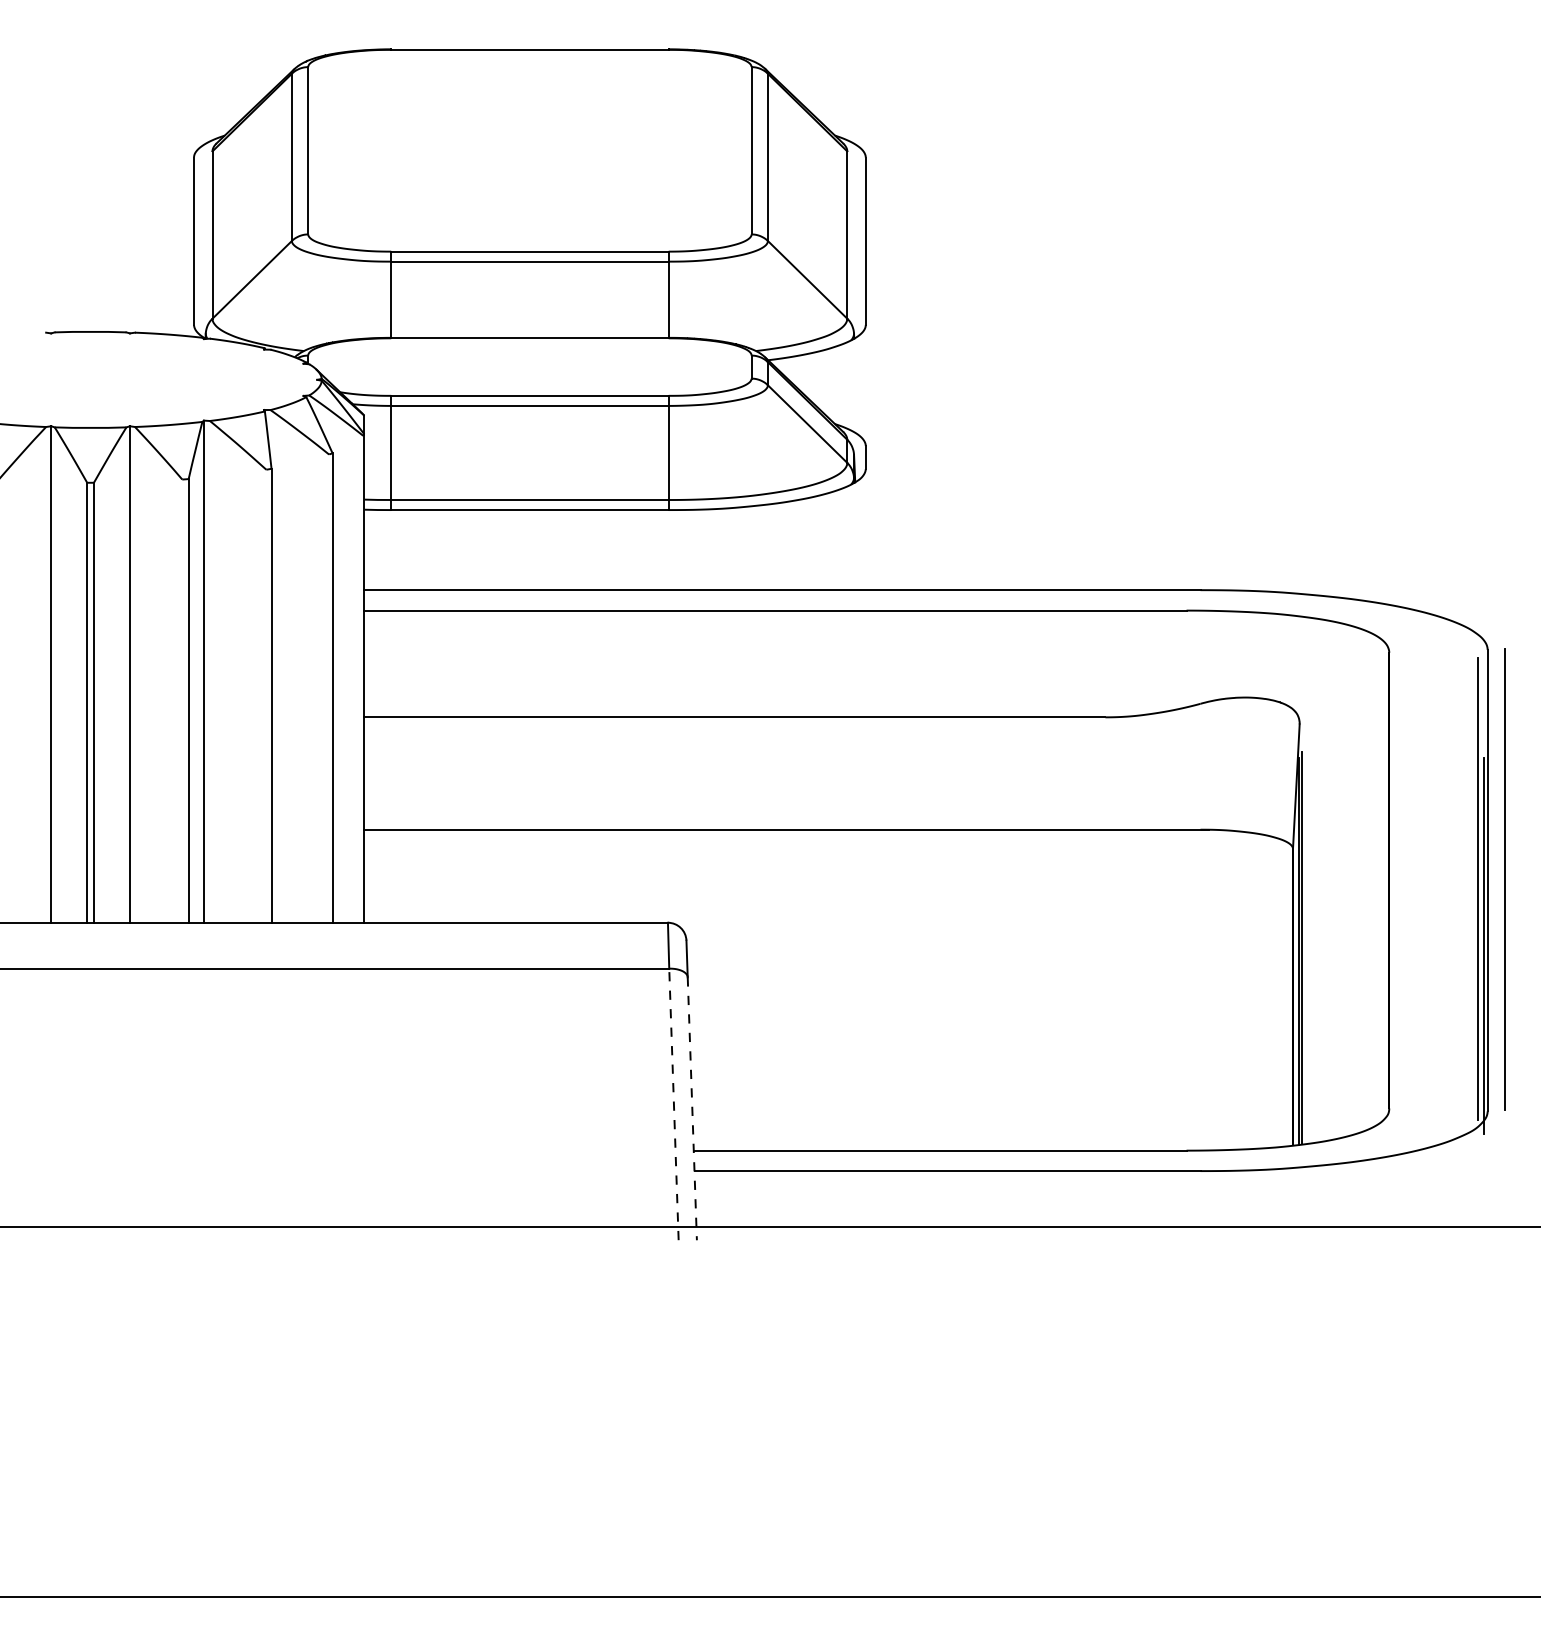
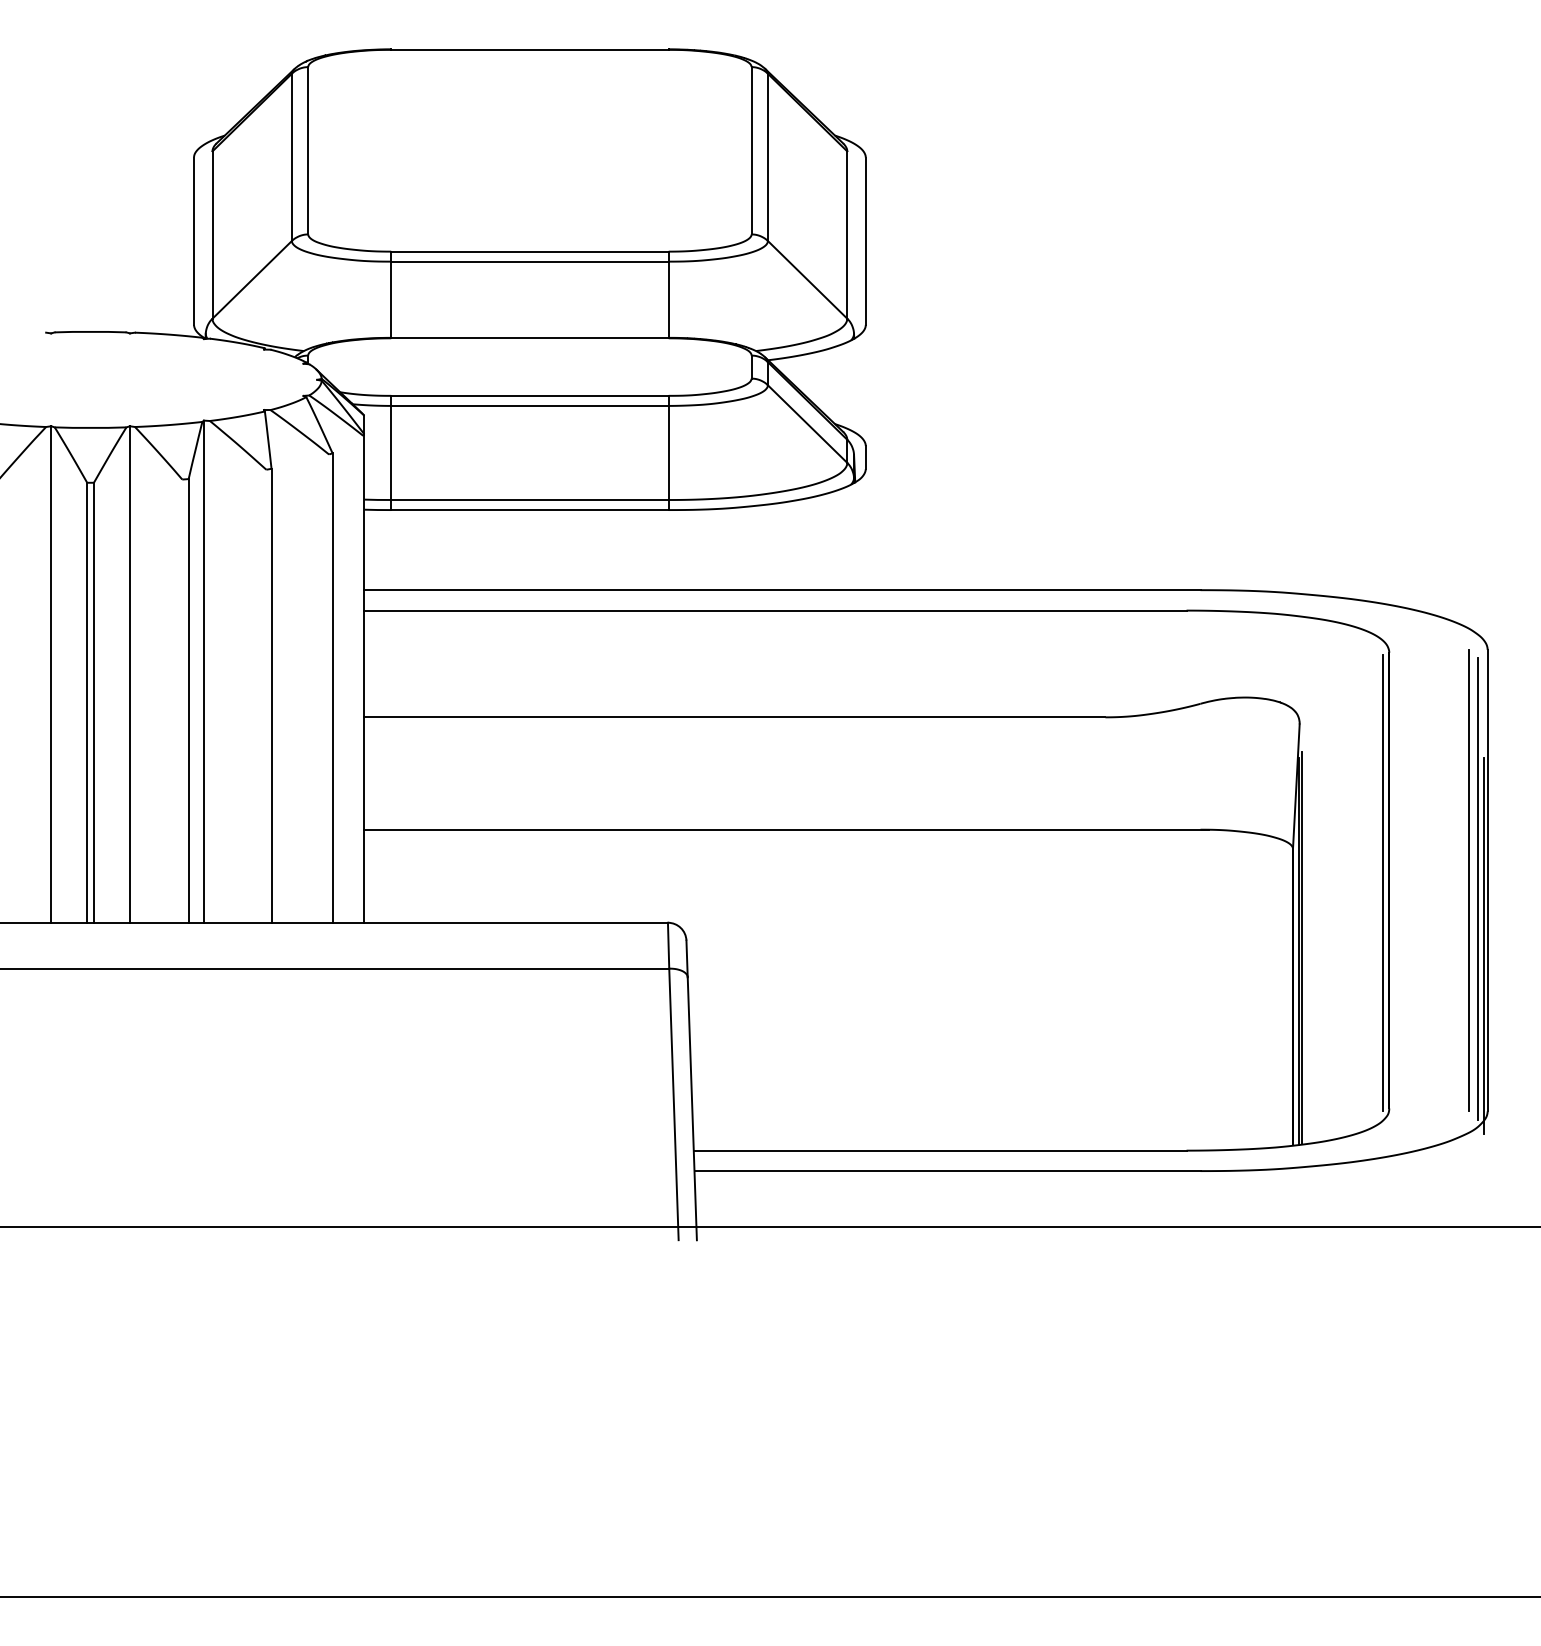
line at (1504, 879) position: (1504, 879) -> (1468, 880)
line at (1382, 883): none -> present
line at (673, 1104): dashed -> solid
line at (692, 1108): dashed -> solid
